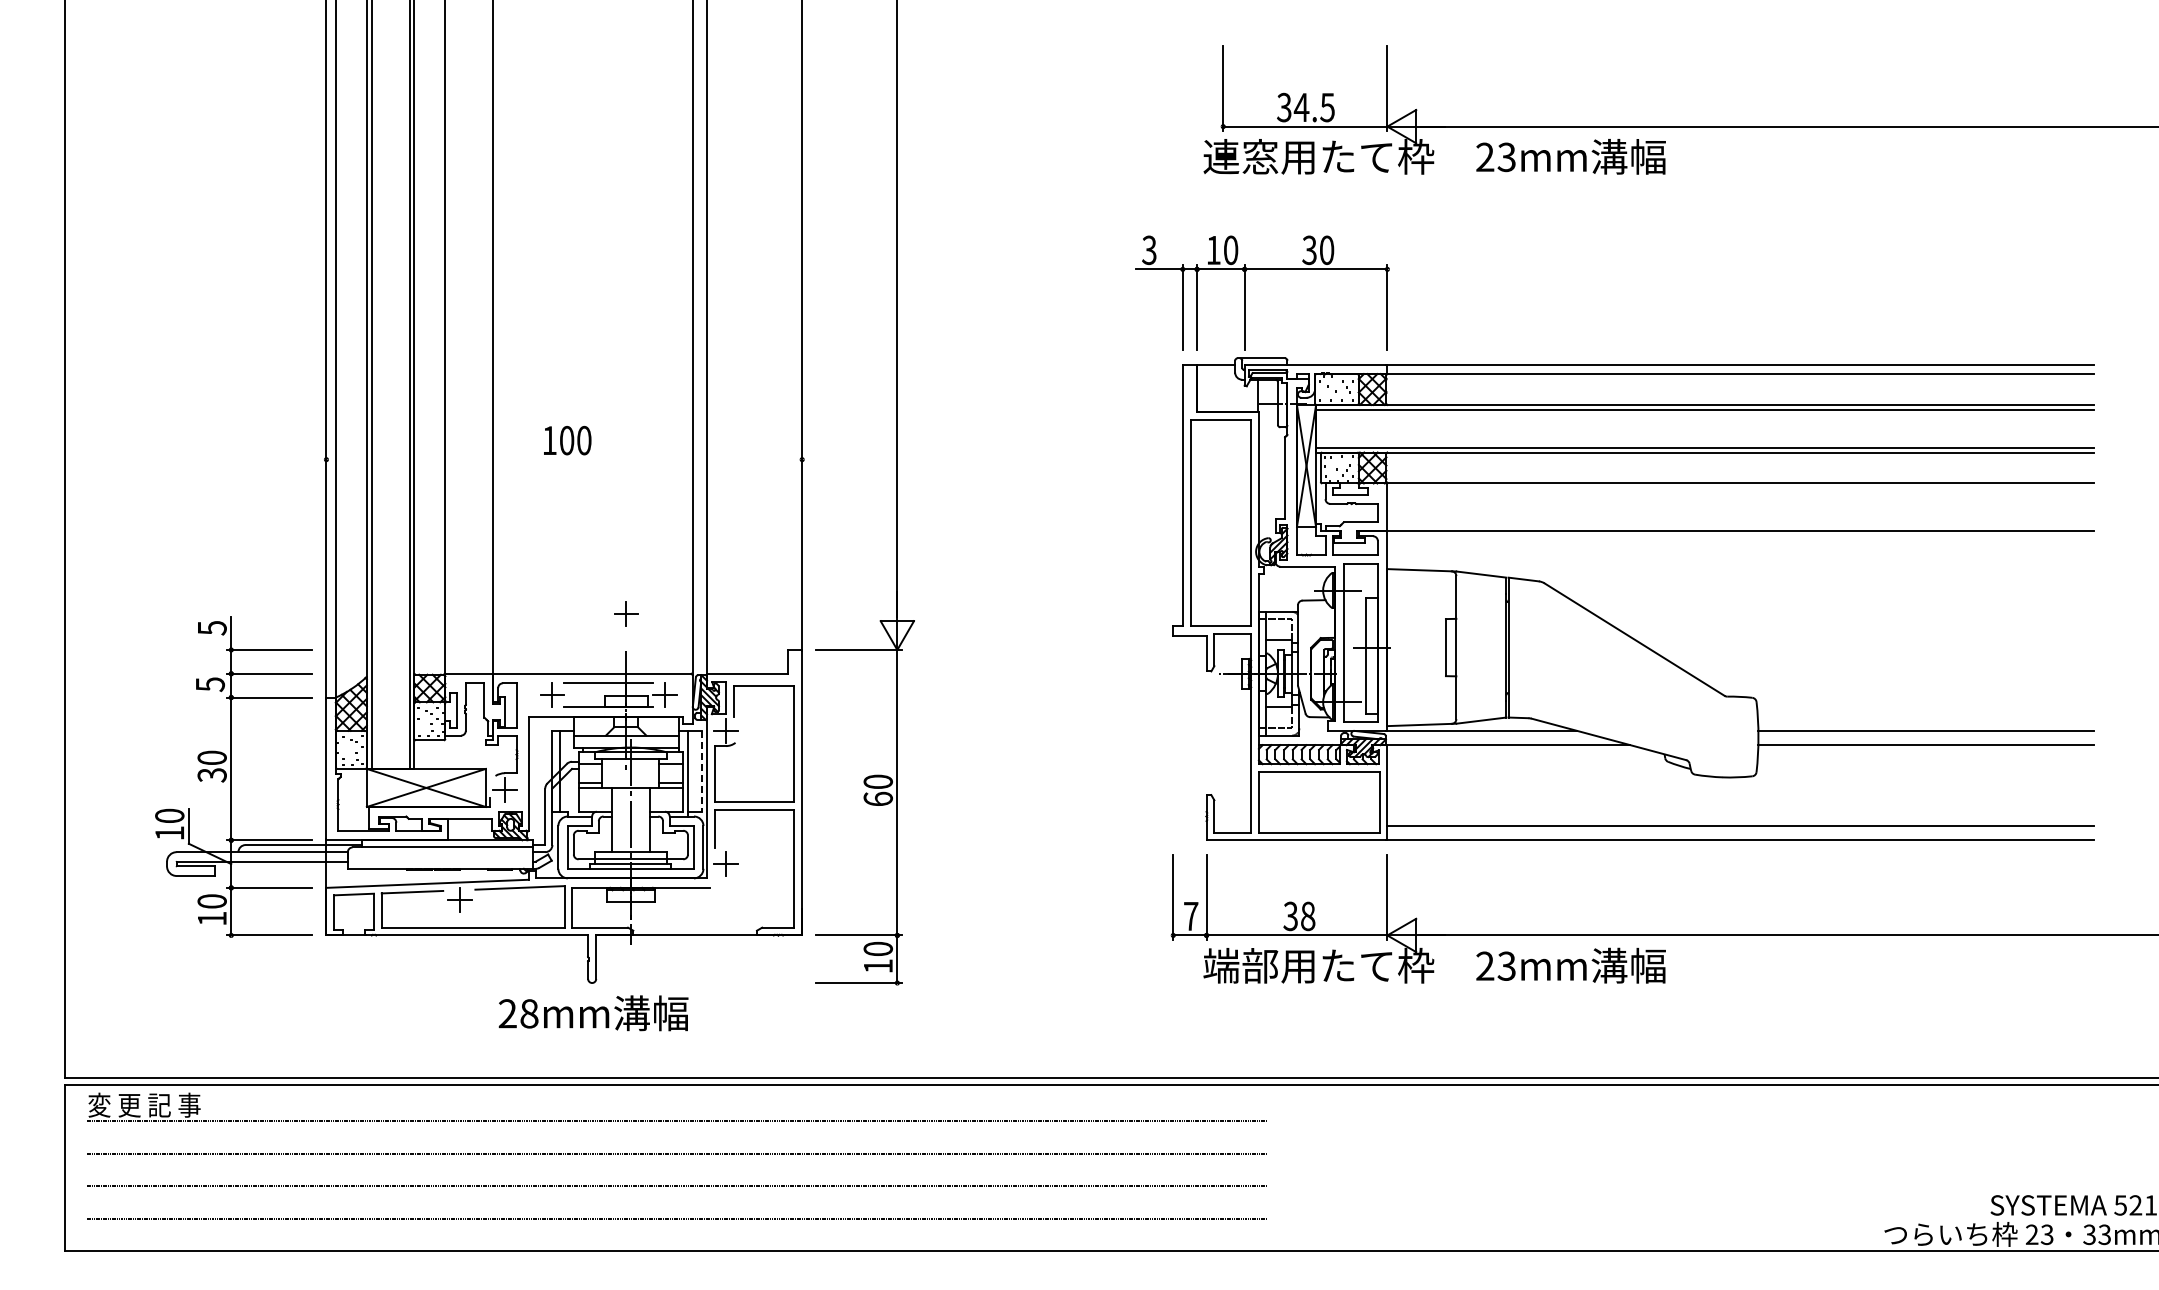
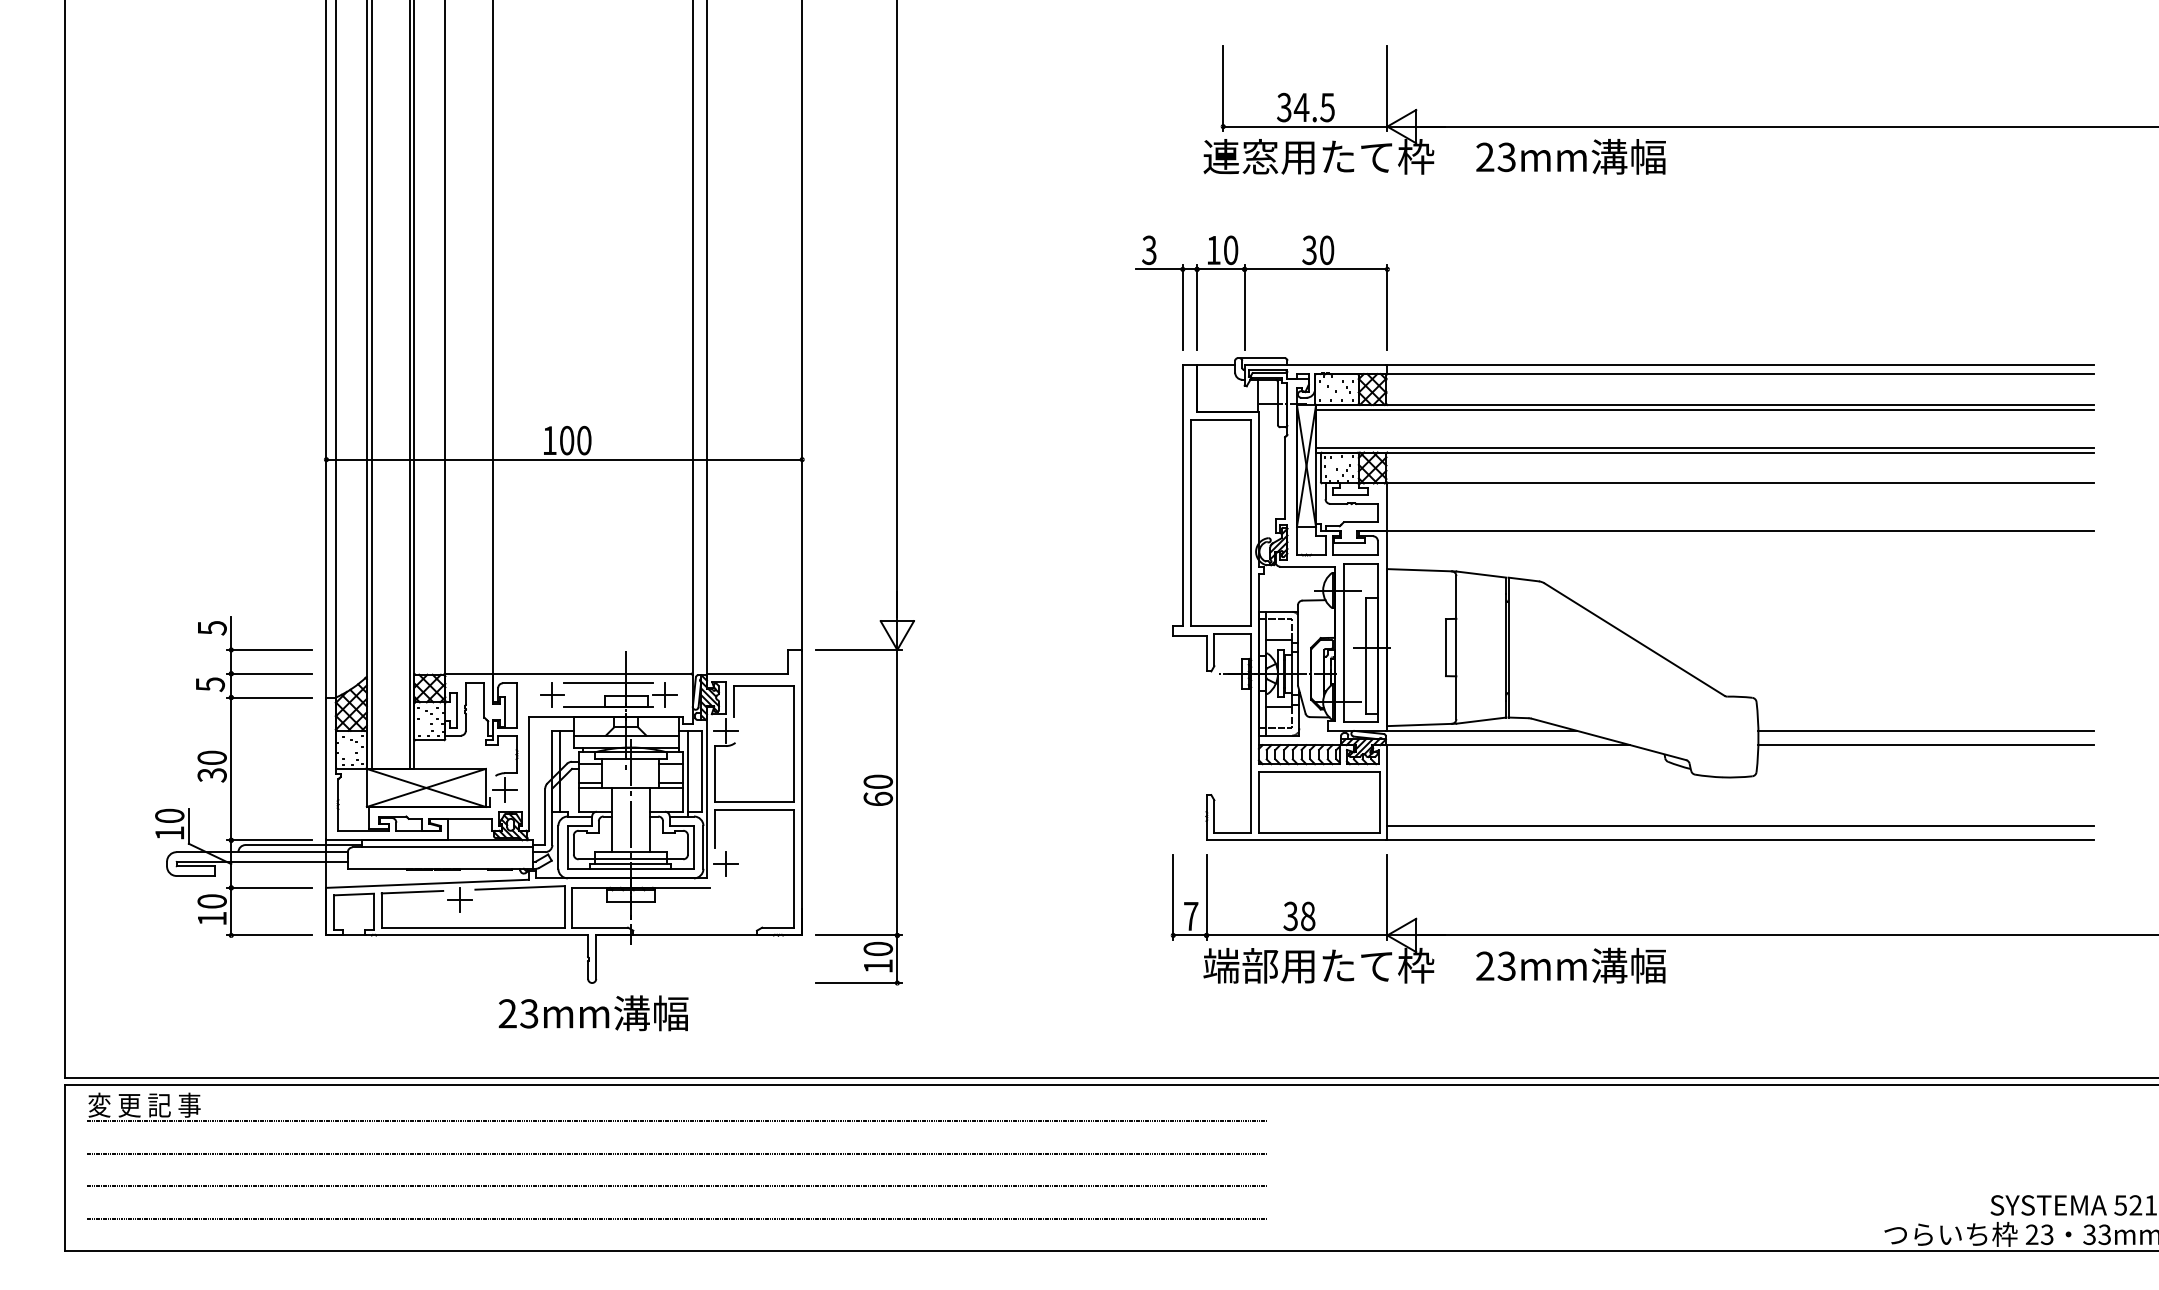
line at (564, 459): none -> present
part at (626, 613): present -> none
line at (702, 771): dashed -> solid
text at (529, 1013): 28mm -> 23mm
